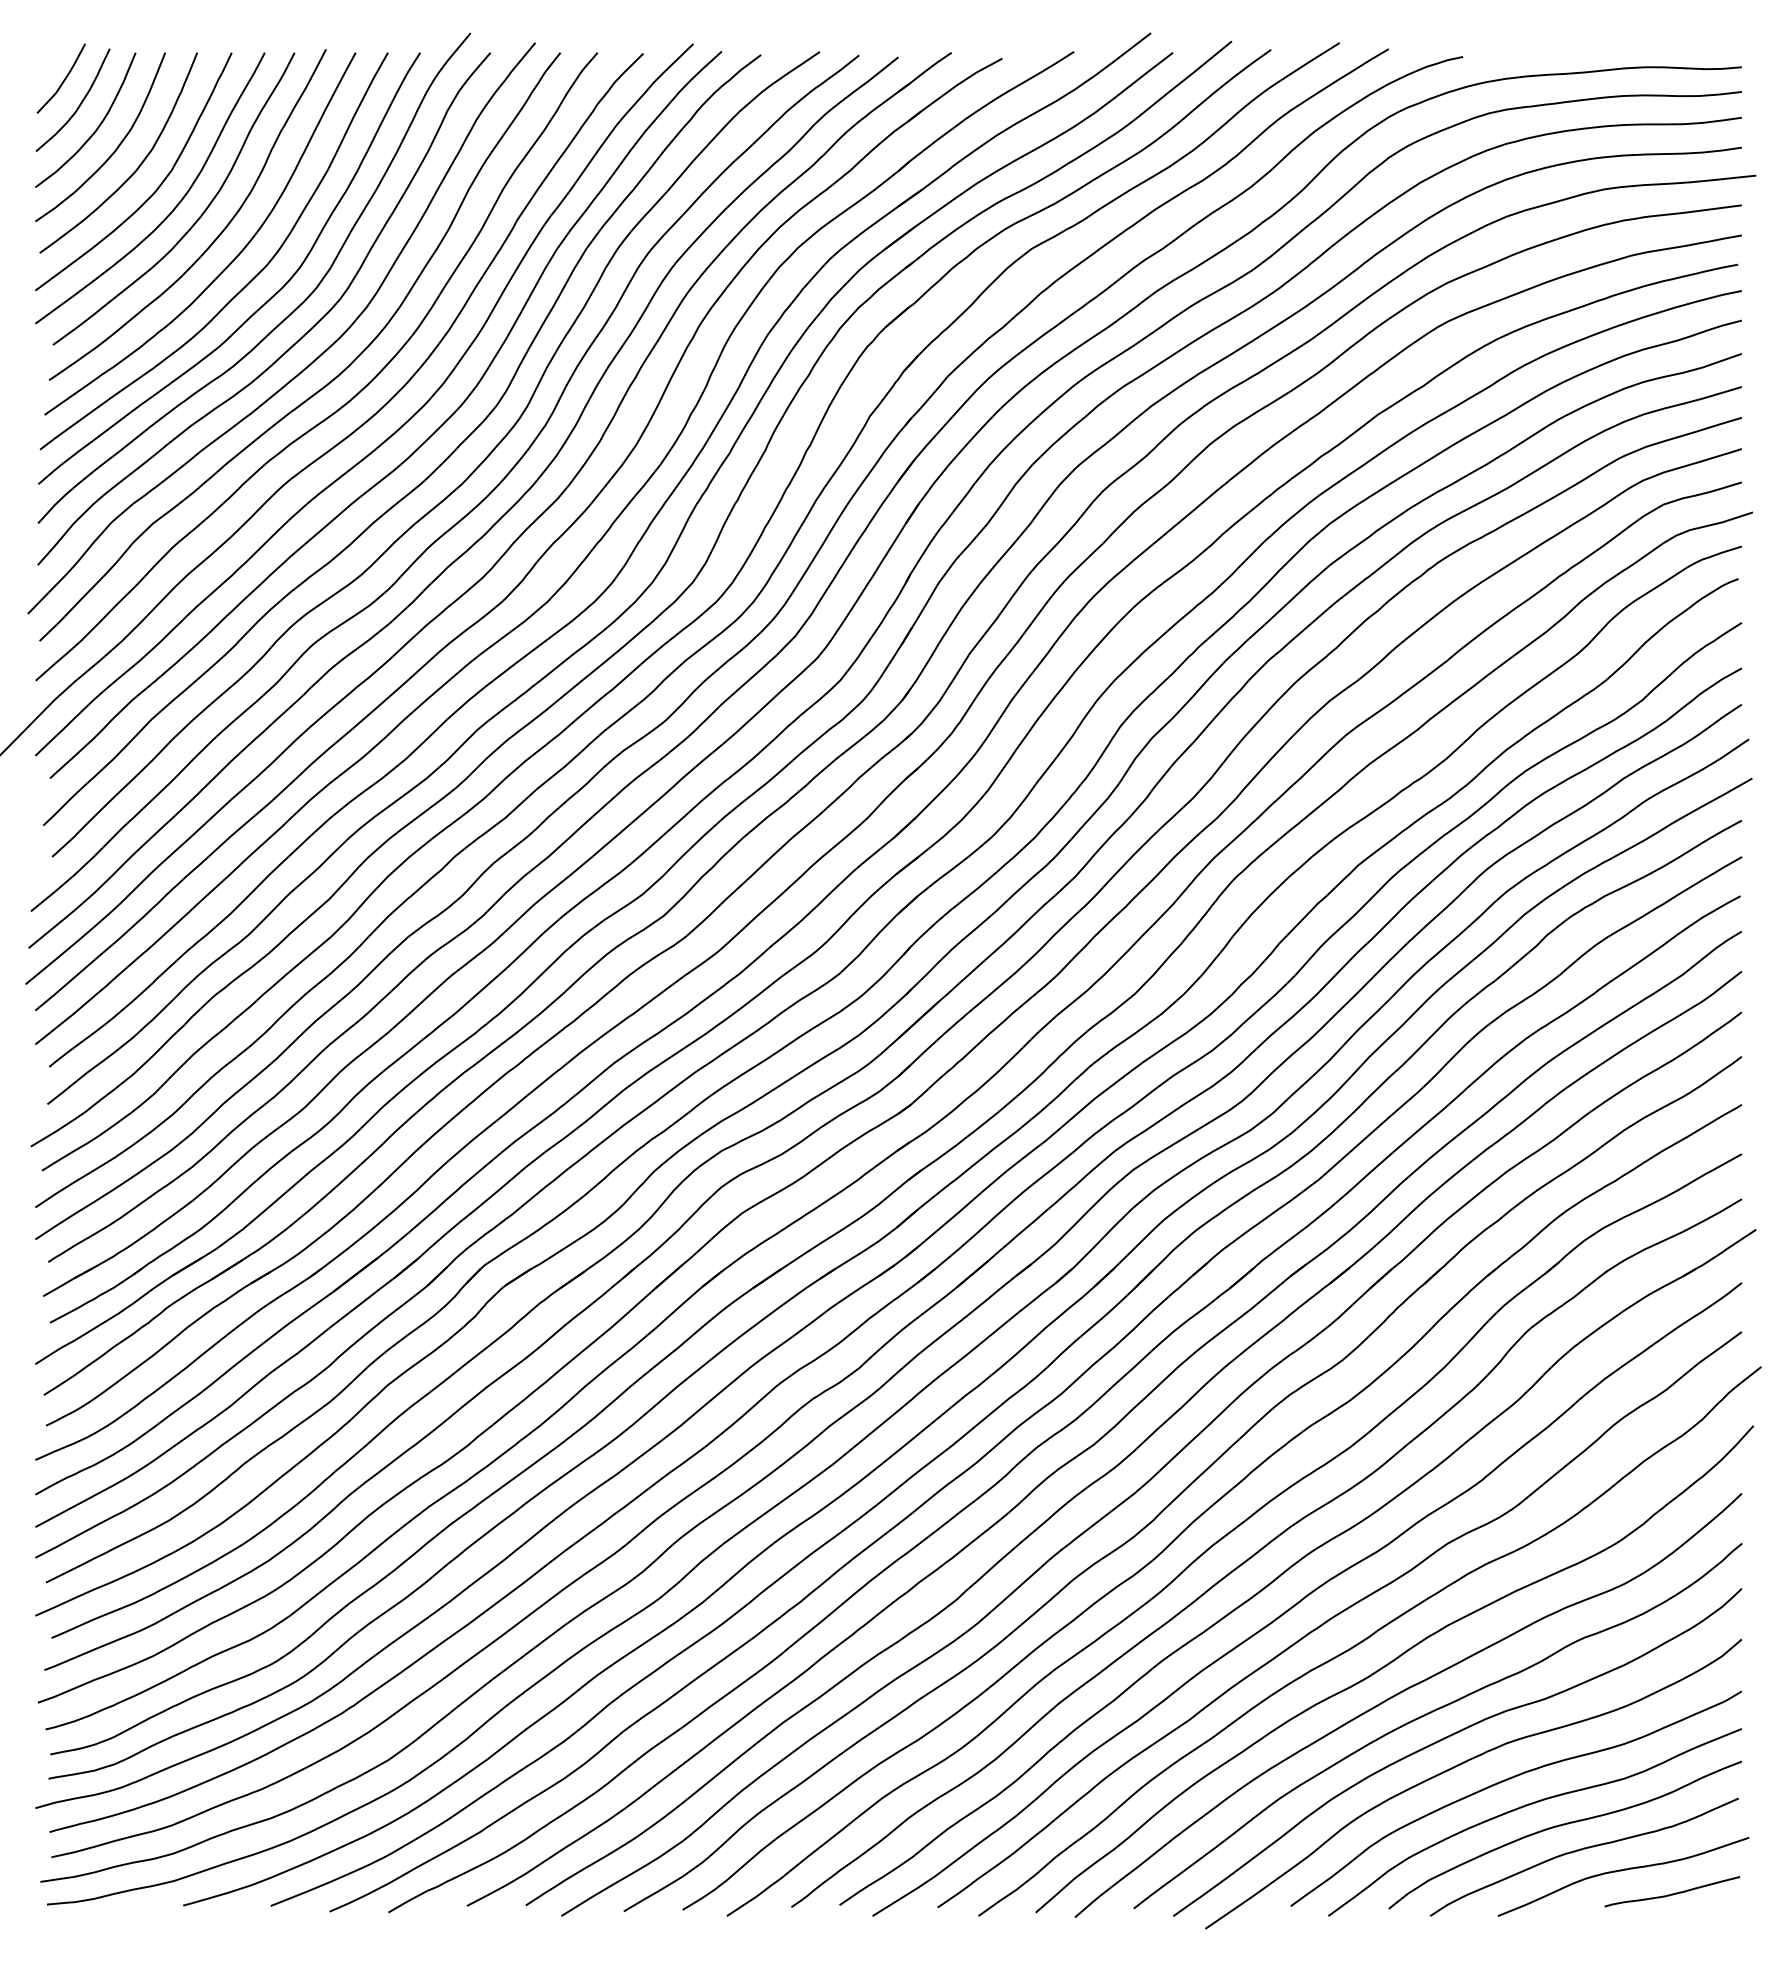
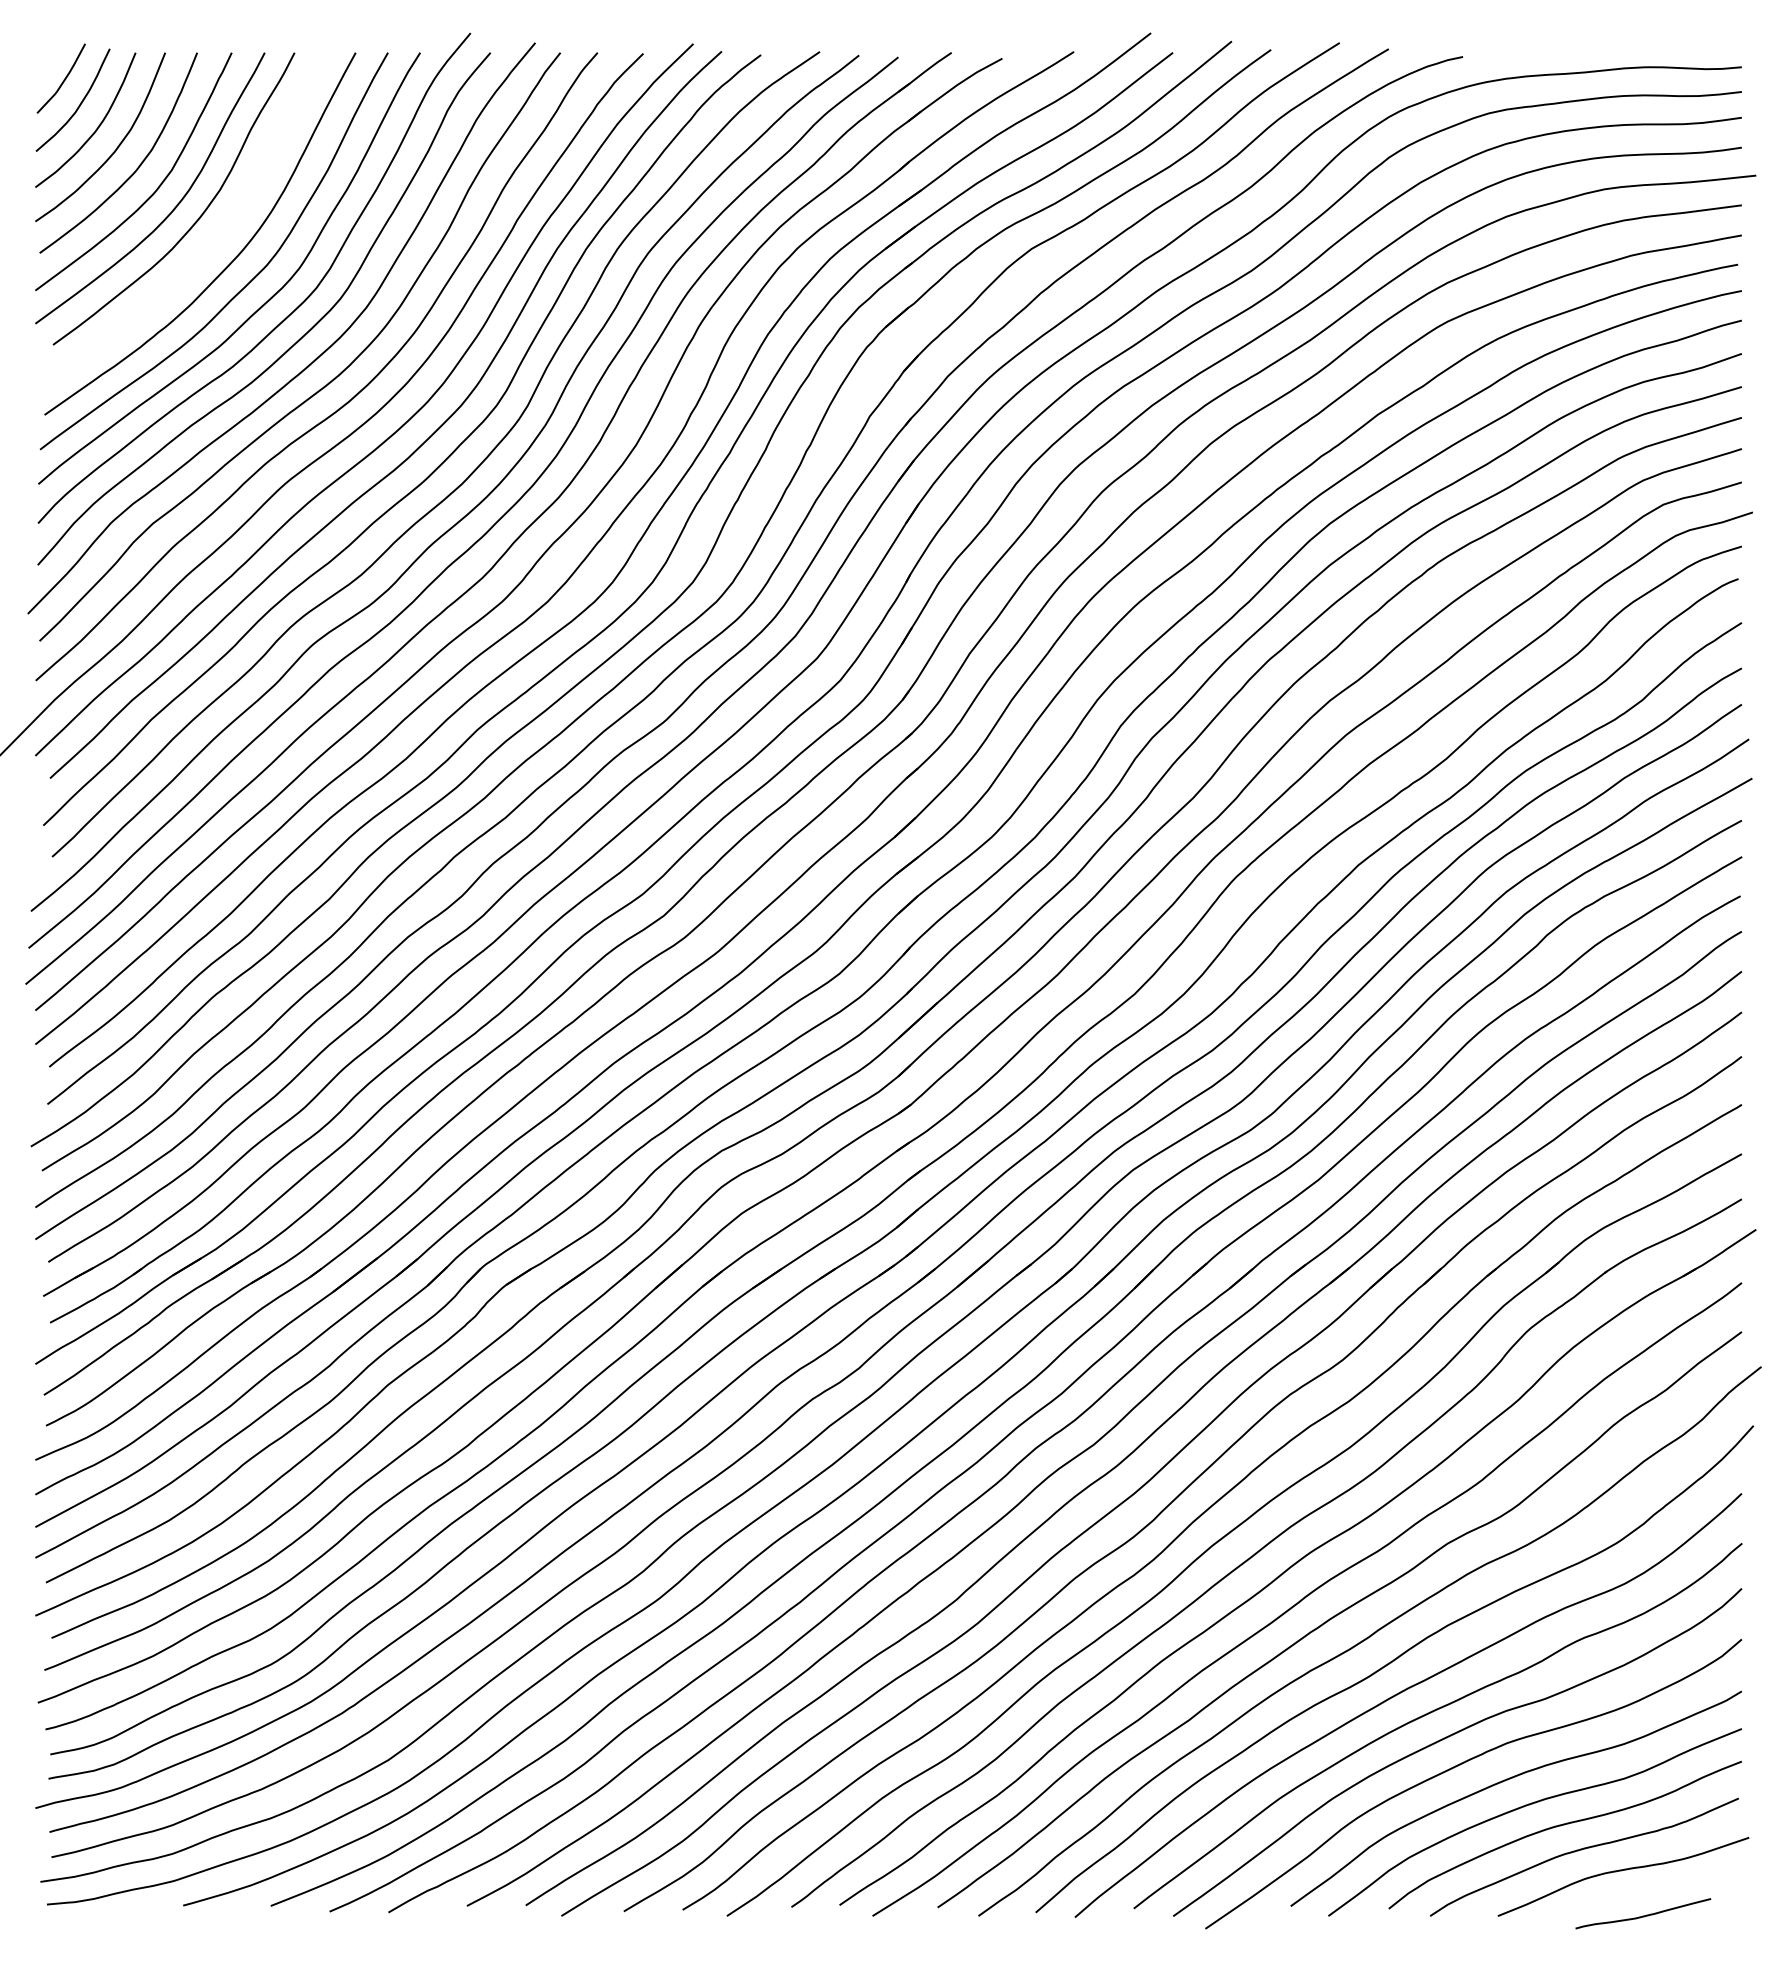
curve at (213, 240): present -> none
curve at (1672, 1893) position: (1672, 1893) -> (1643, 1915)
